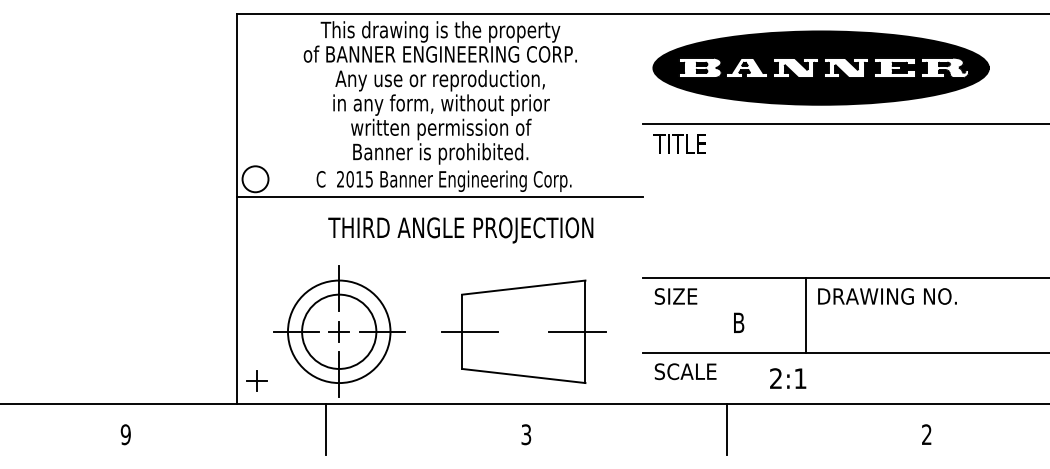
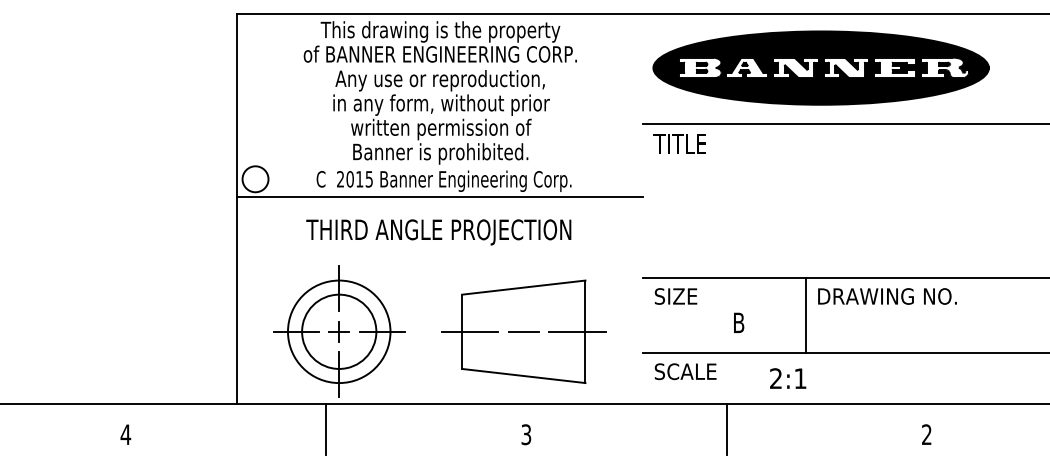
text at (460, 230) position: (460, 230) -> (438, 232)
line at (523, 331): none -> present
part at (256, 380): present -> none
text at (125, 434): 9 -> 4
